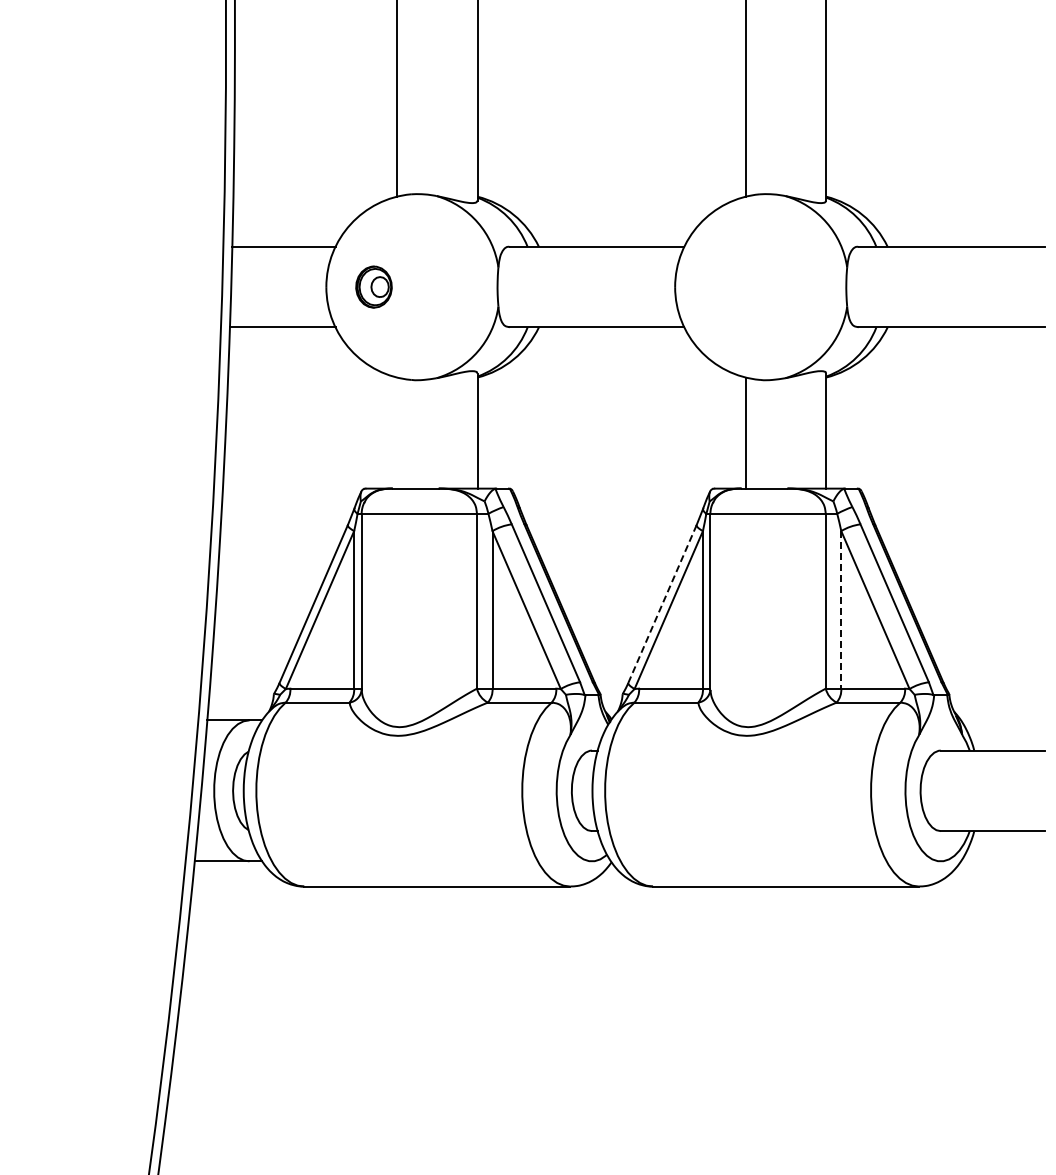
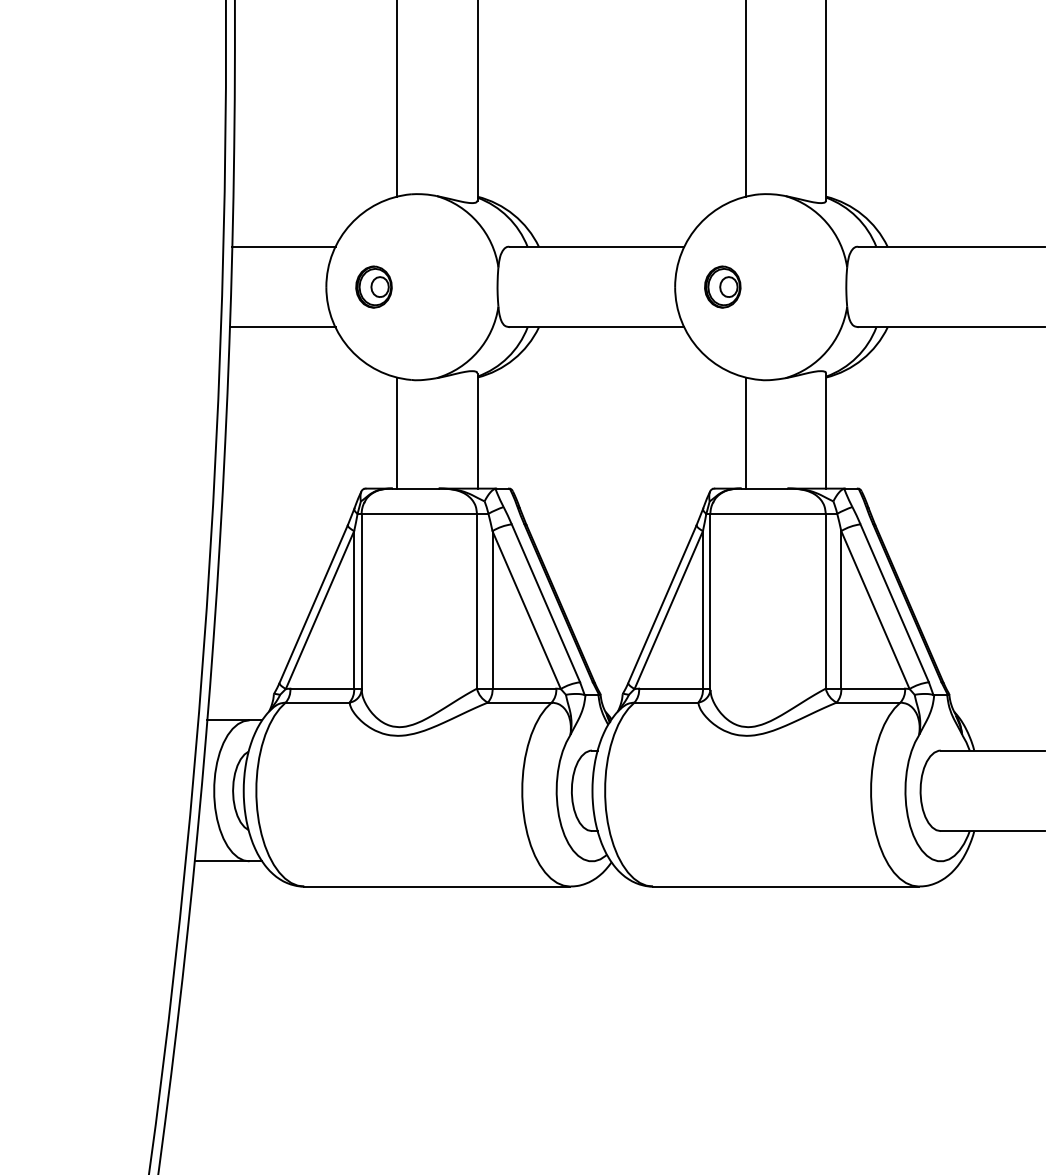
part at (722, 286): none -> present
line at (396, 432): none -> present
line at (662, 604): dashed -> solid
line at (841, 609): dashed -> solid
